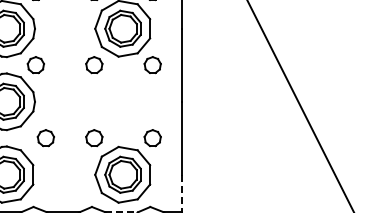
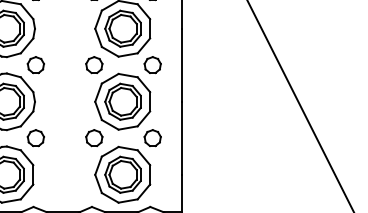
part at (122, 101): none -> present
part at (45, 138) position: (45, 138) -> (35, 138)
line at (181, 193): dashed -> solid
line at (122, 212): dashed -> solid
